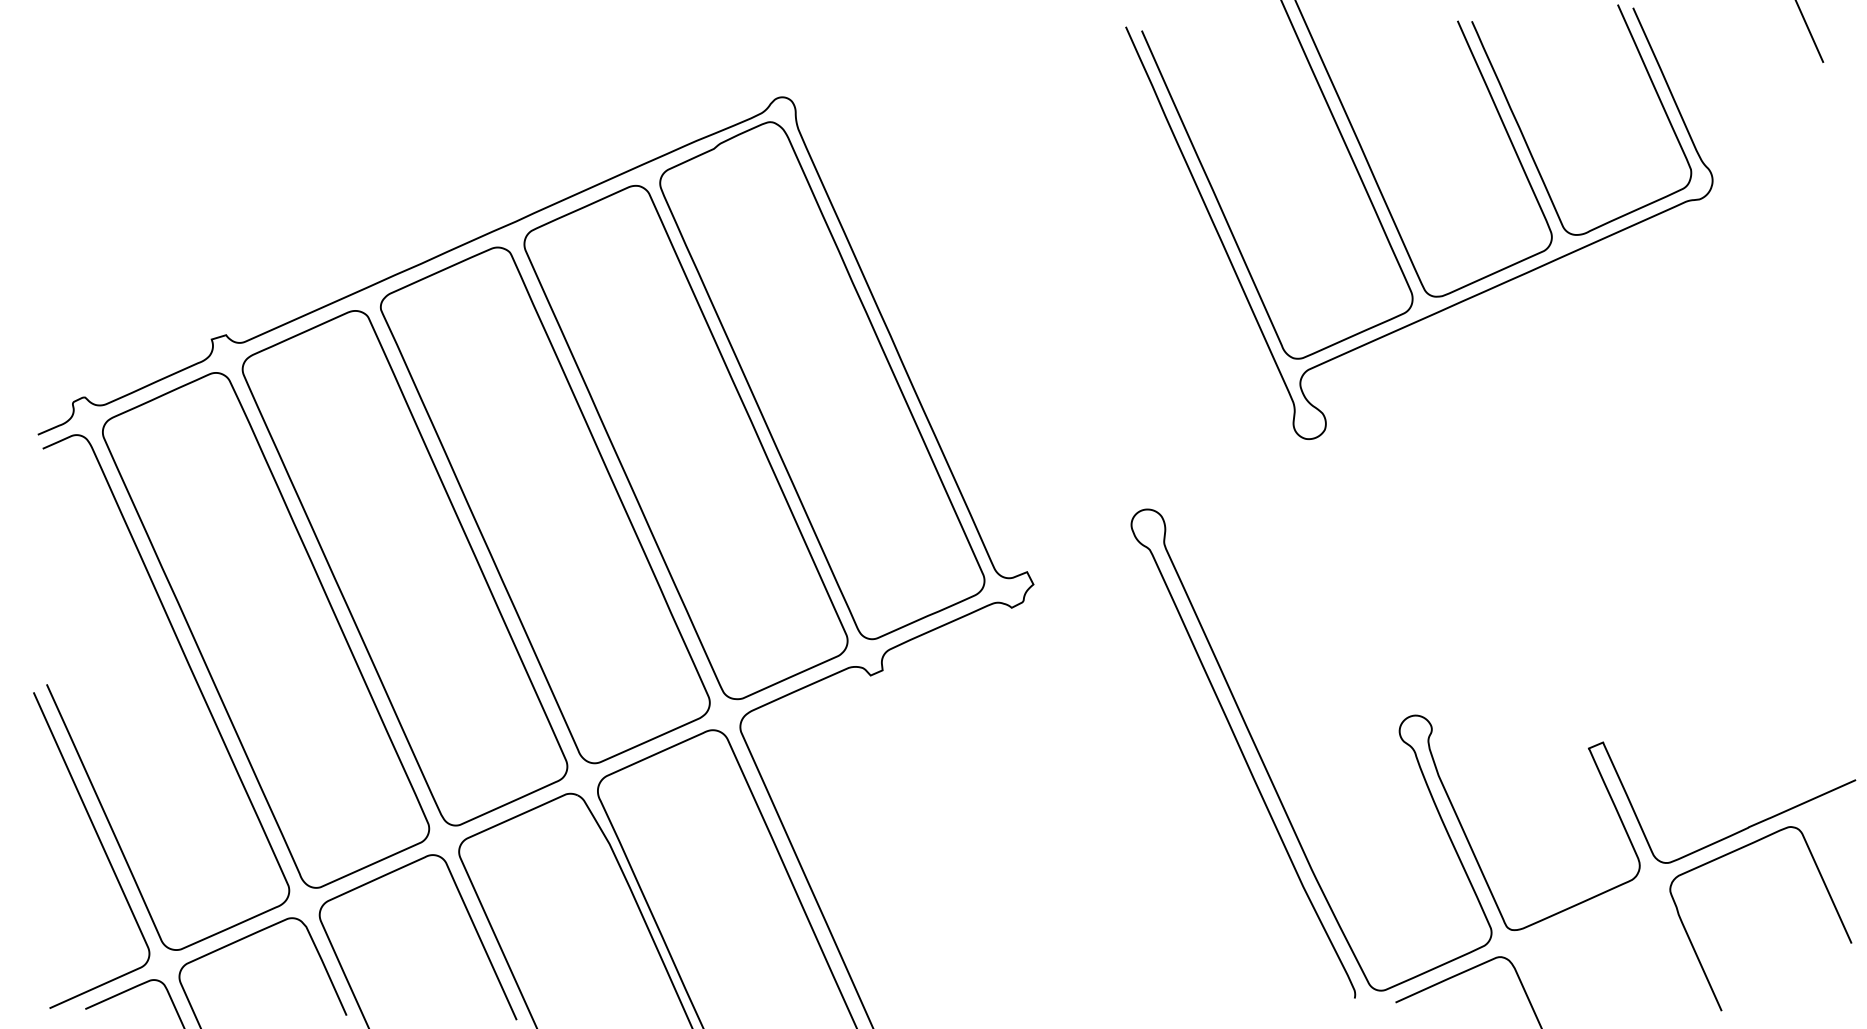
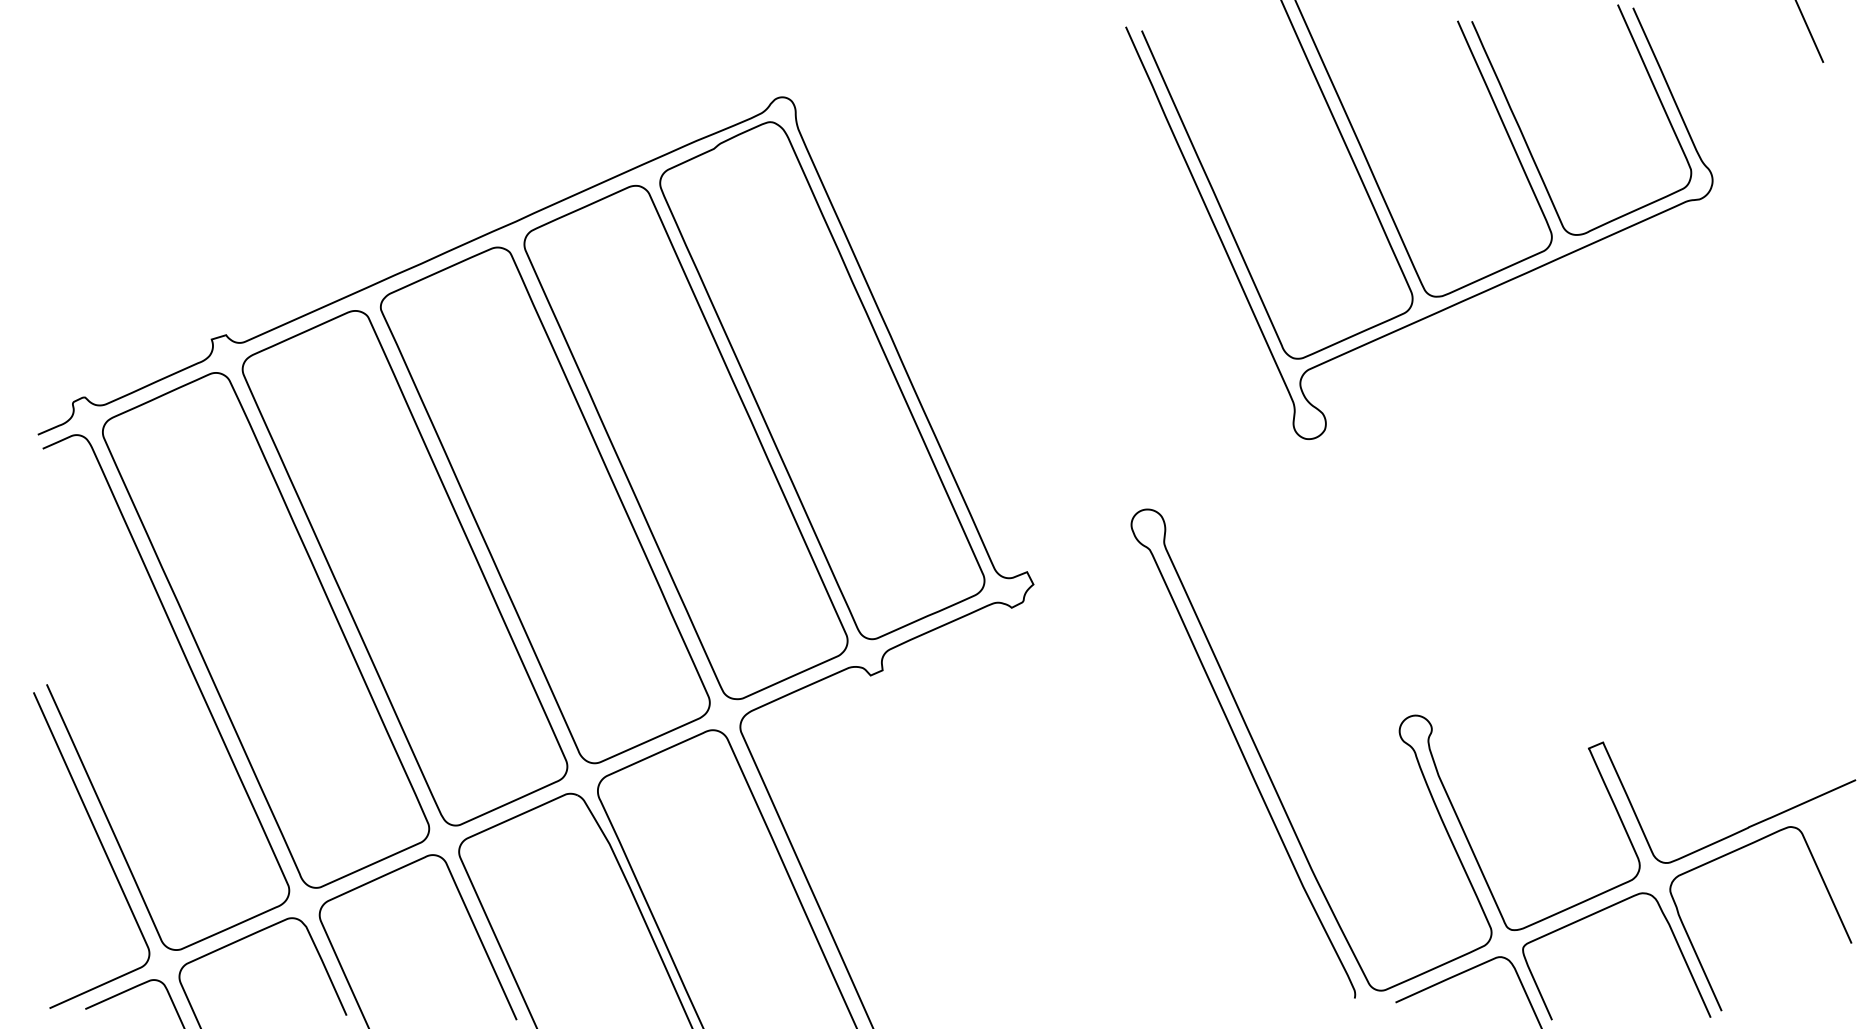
curve at (1595, 914): none -> present
